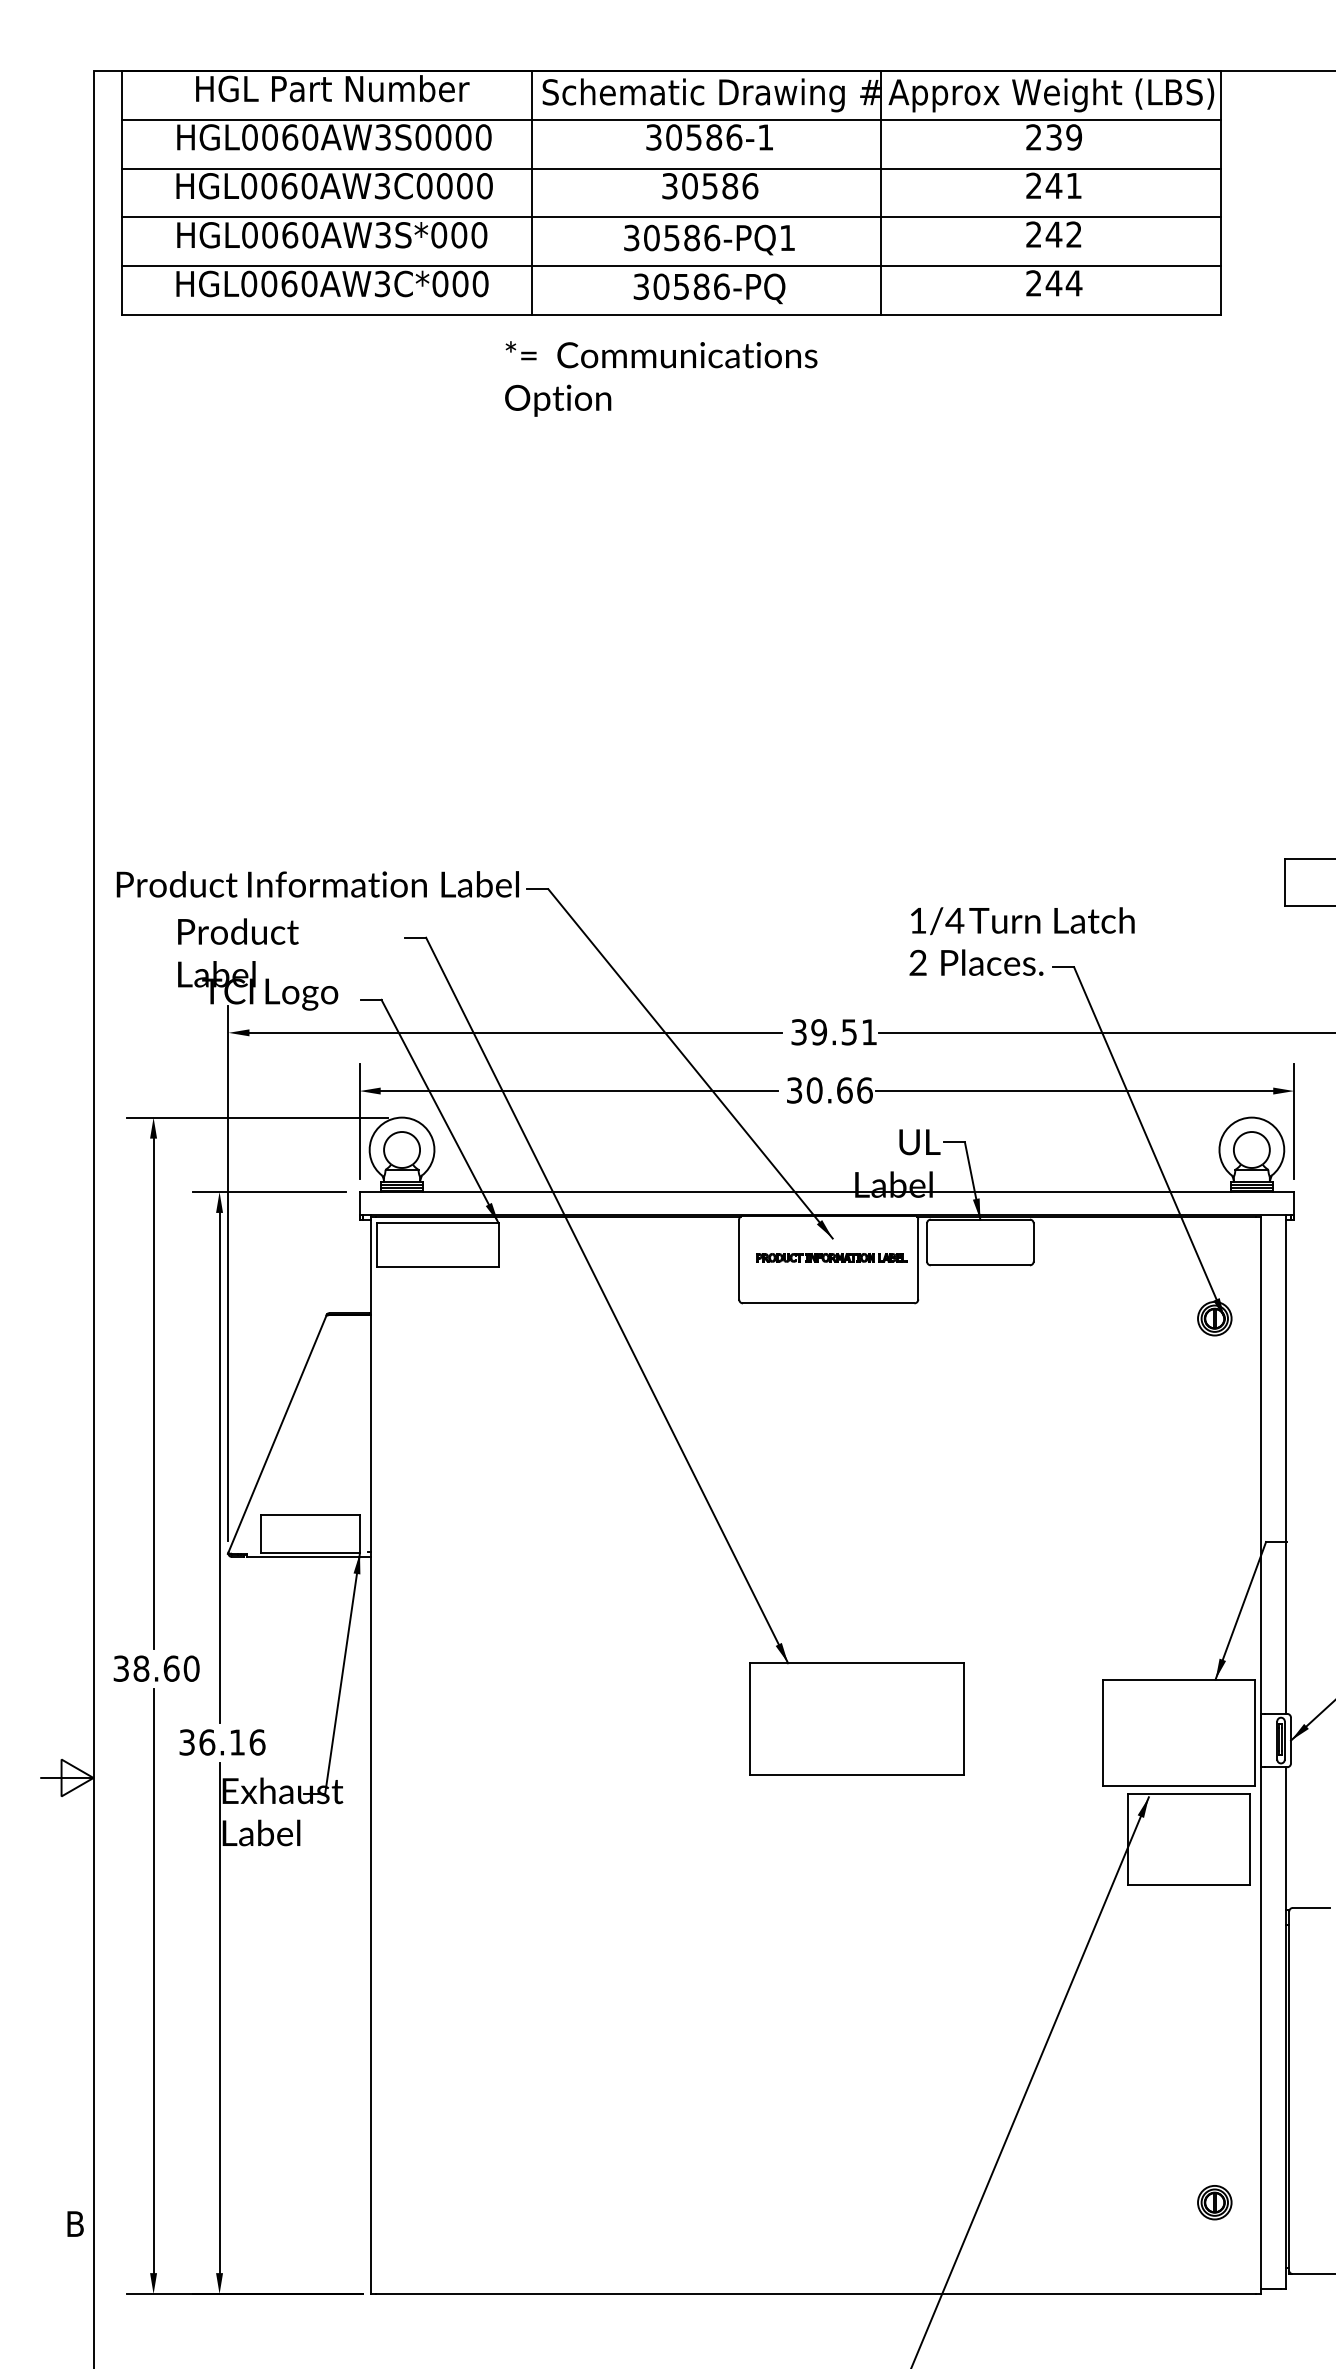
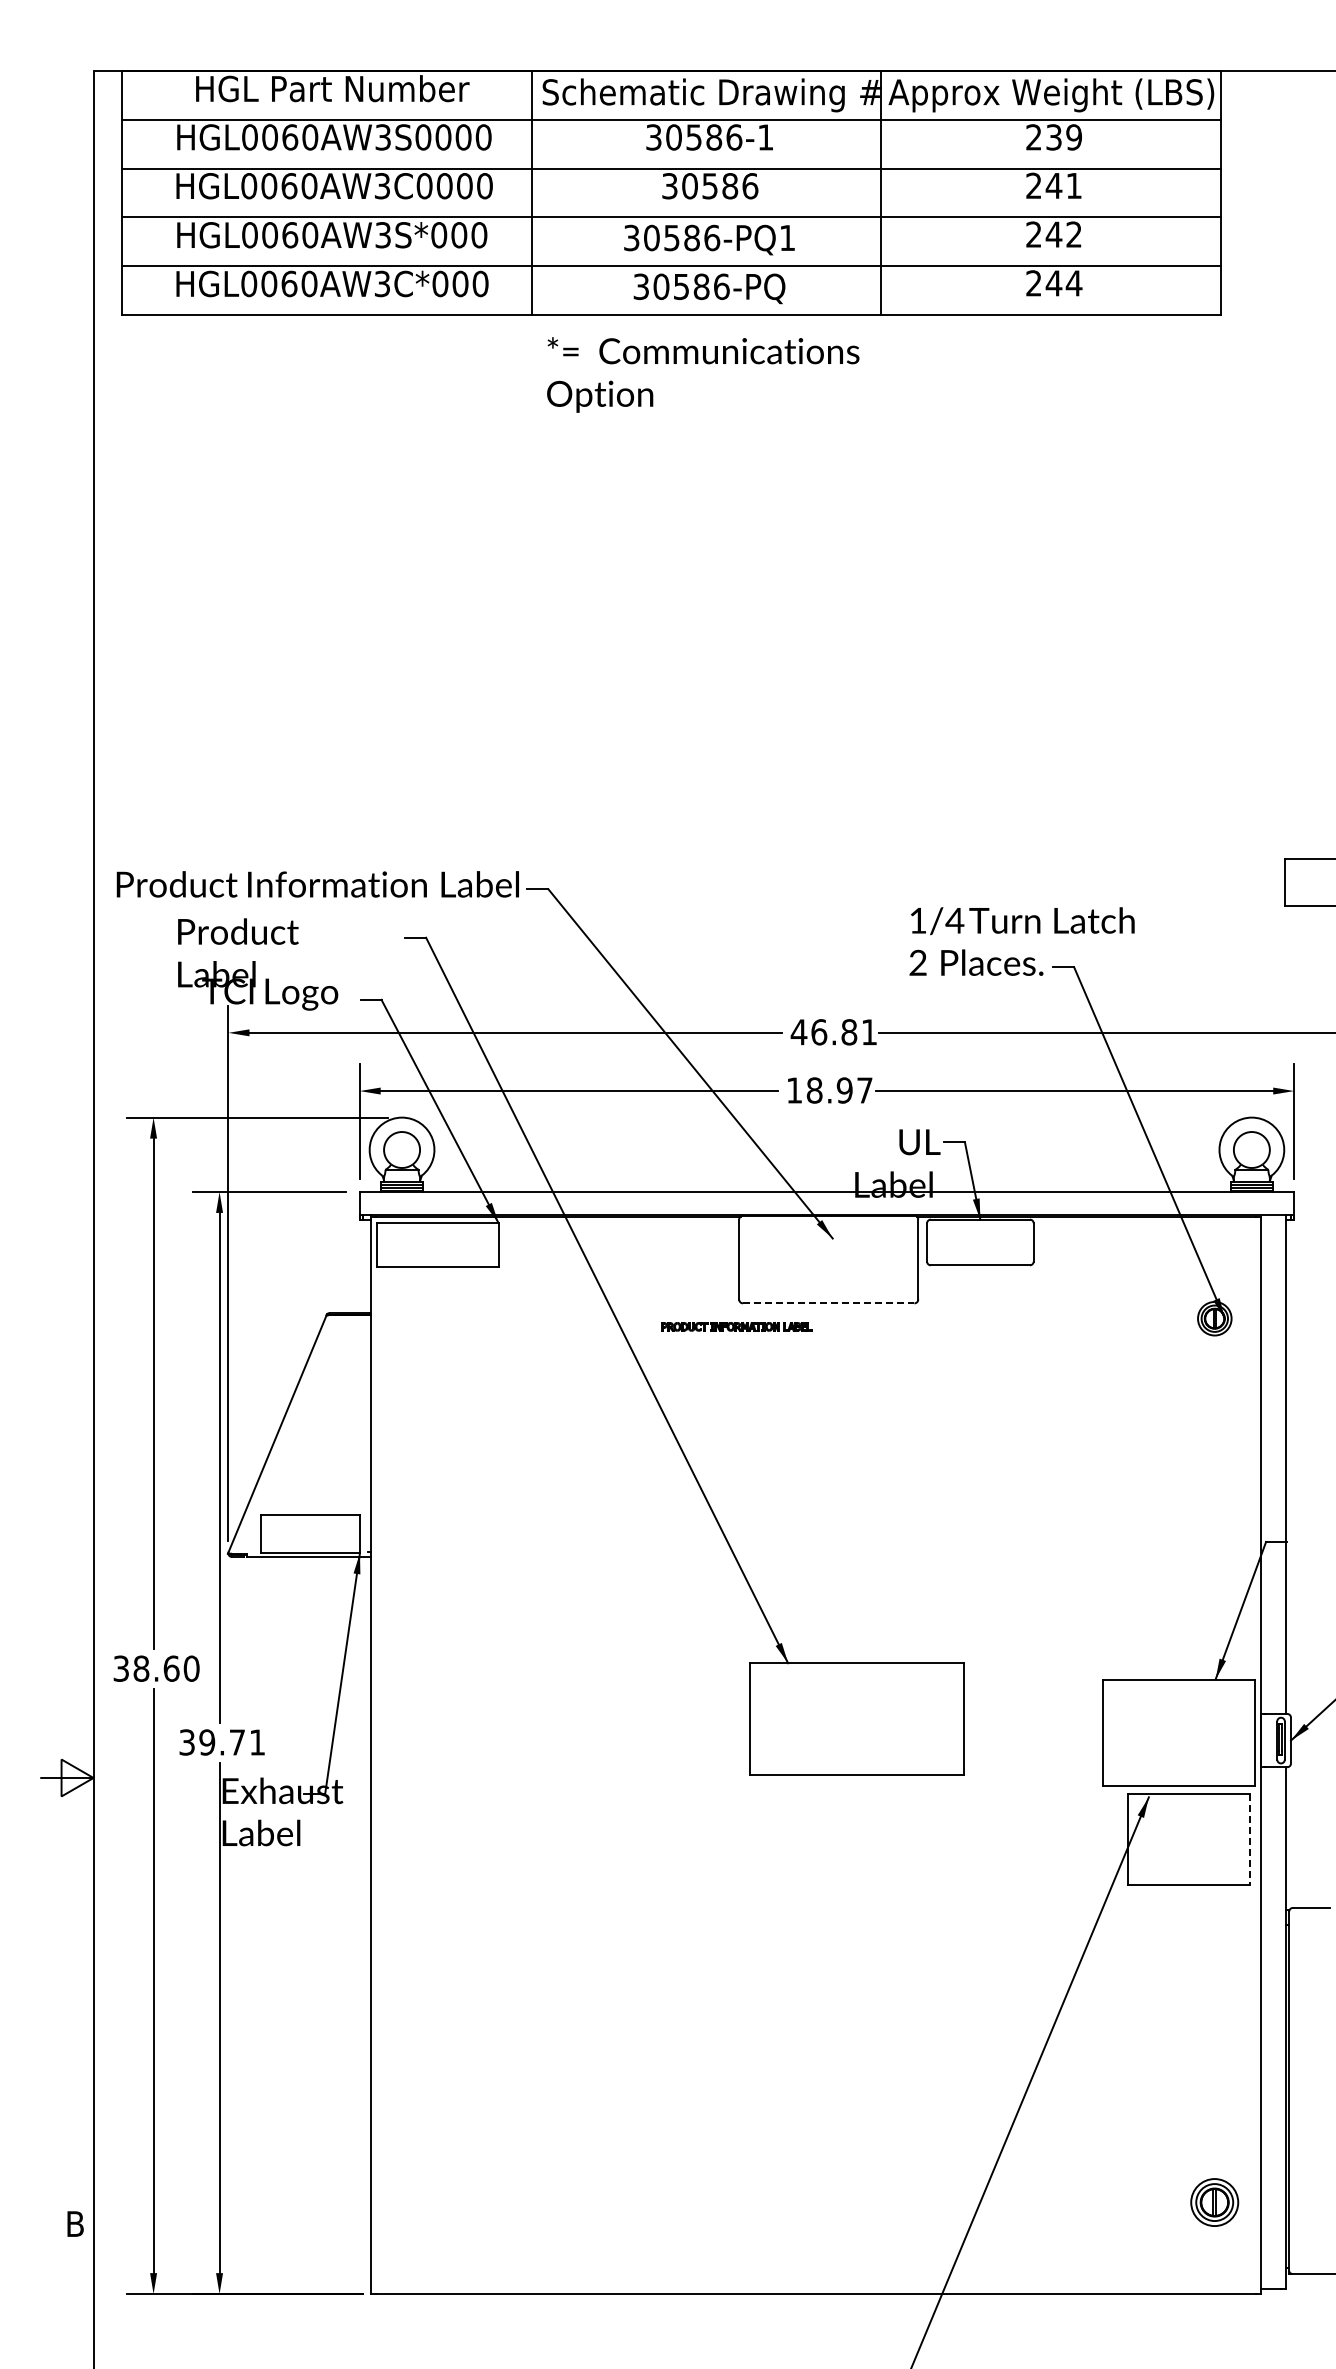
text at (661, 378) position: (661, 378) -> (703, 374)
text at (823, 1032): 39.51 -> 46.81
text at (829, 1090): 30.66 -> 18.97
part at (831, 1257) position: (831, 1257) -> (736, 1326)
line at (828, 1303): solid -> dashed
text at (232, 1742): 36.16 -> 39.71
line at (1249, 1839): solid -> dashed
part at (1214, 2202) size: 36x36 px -> 50x49 px
